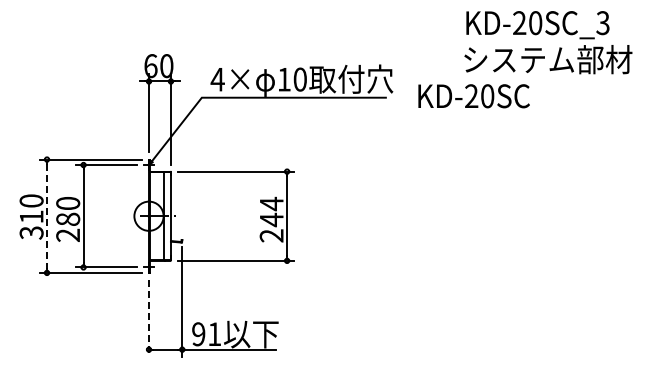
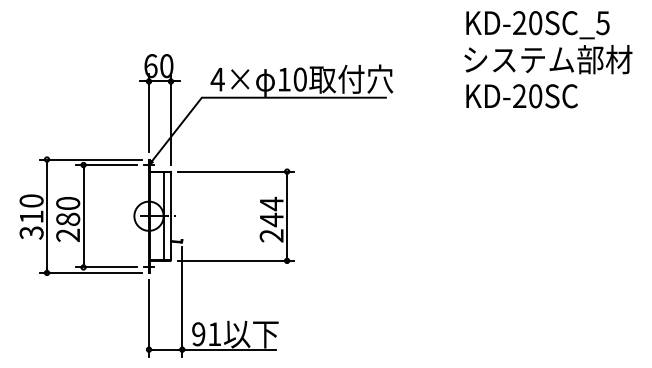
text at (602, 22): KD-20SC_3 -> KD-20SC_5
text at (473, 96) position: (473, 96) -> (521, 96)
line at (47, 216): dashed -> solid
line at (149, 319): dashed -> solid
